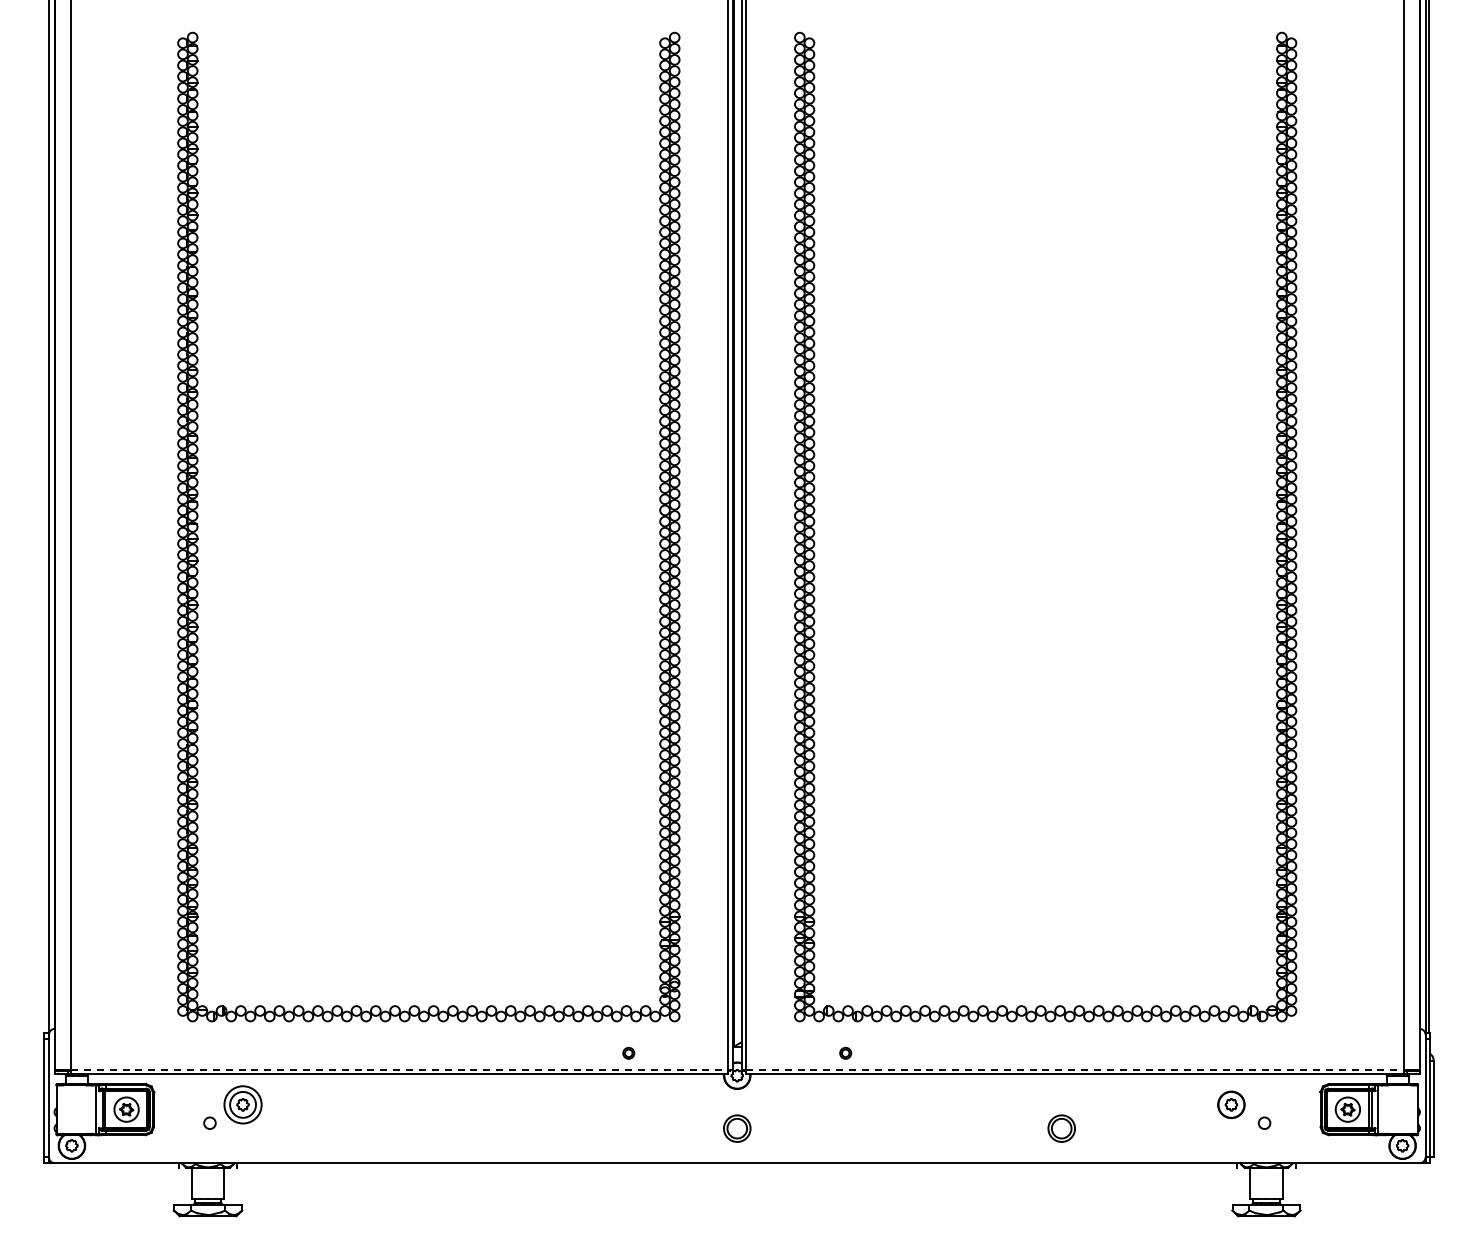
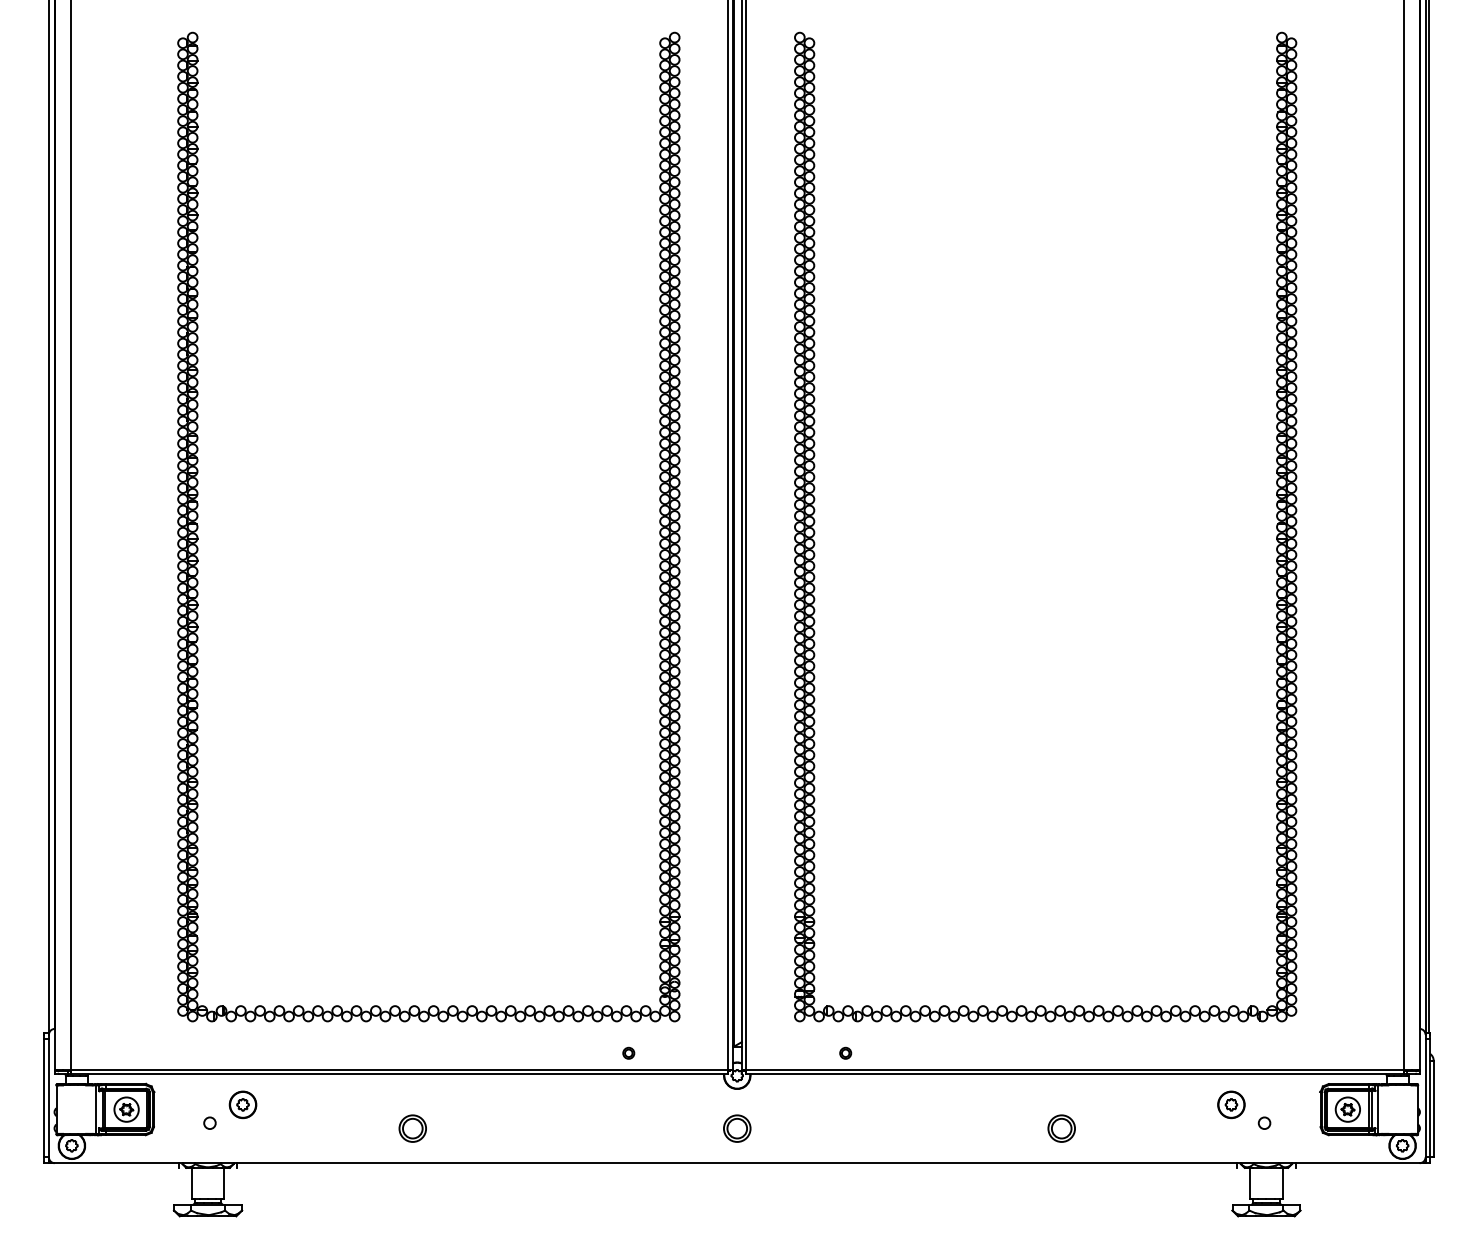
line at (399, 1069): dashed -> solid
line at (1074, 1069): dashed -> solid
circle at (242, 1104) diameter: 37 px -> 27 px
part at (412, 1128): none -> present
